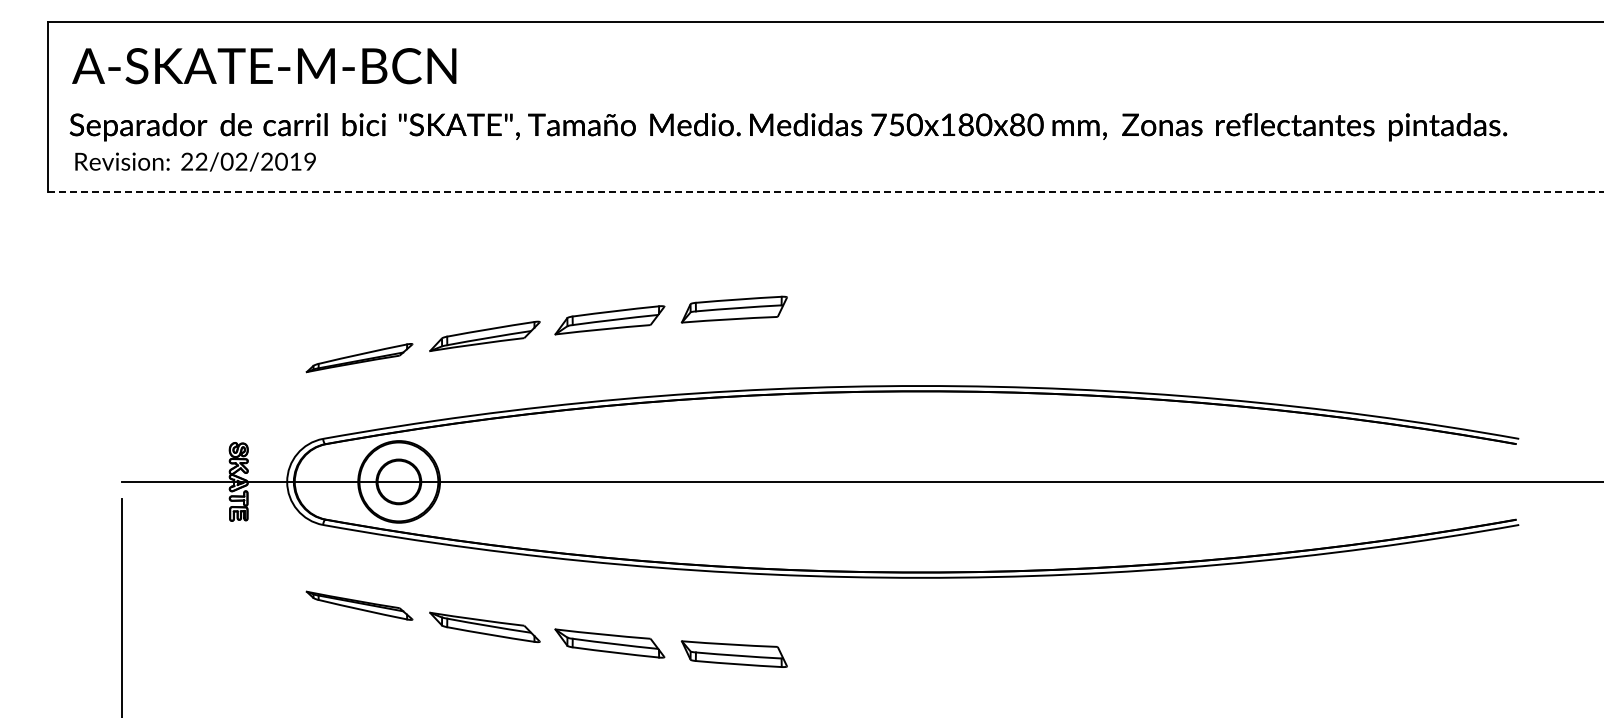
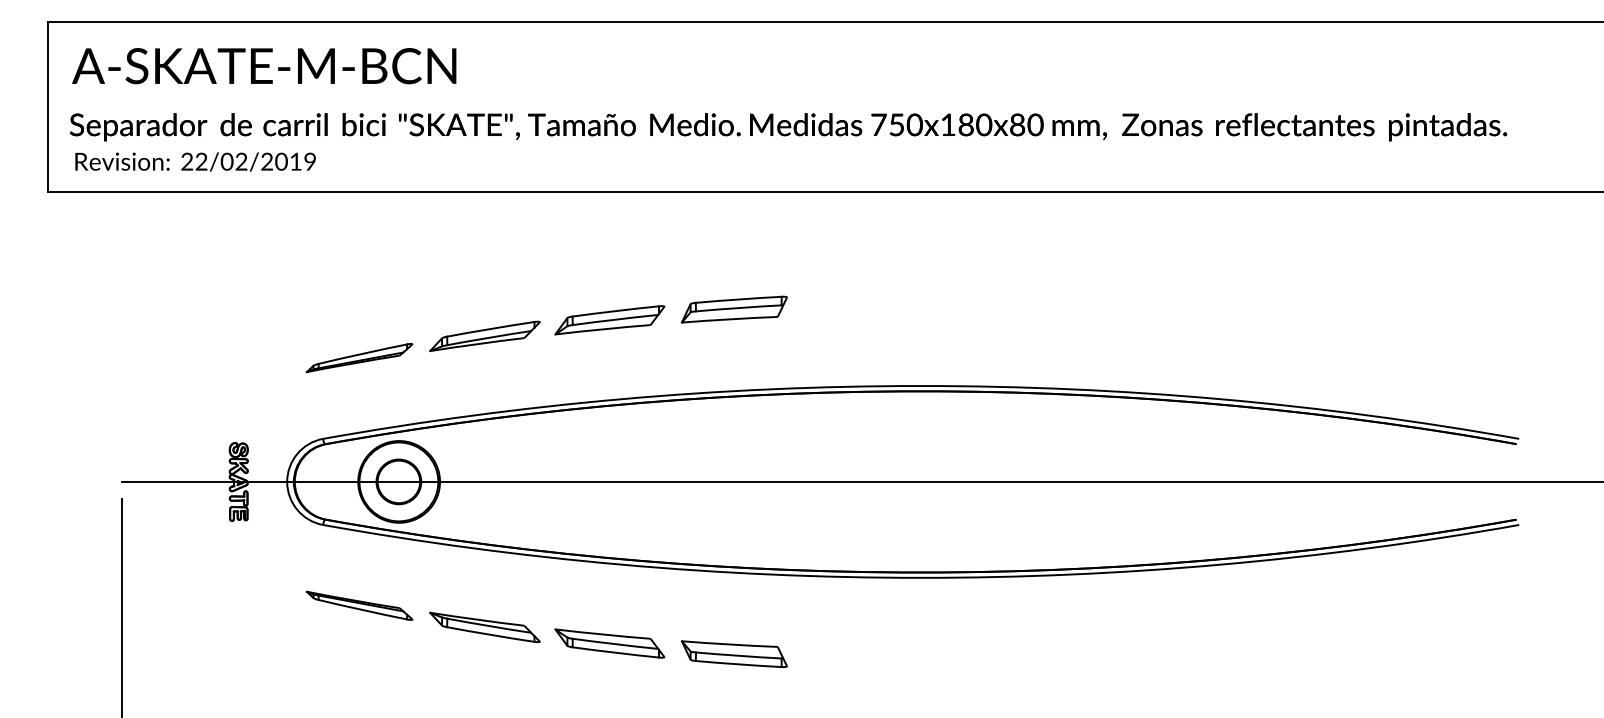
line at (825, 191): dashed -> solid
